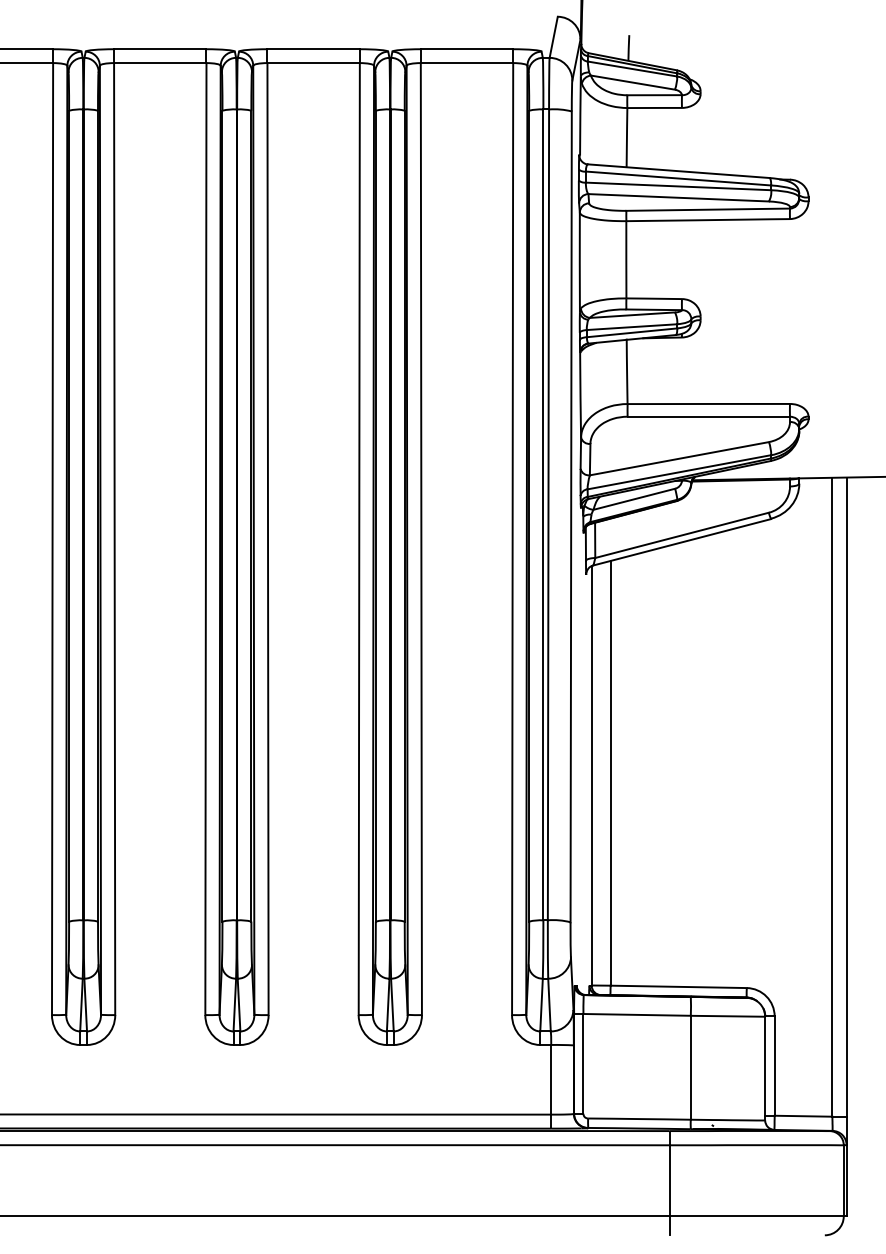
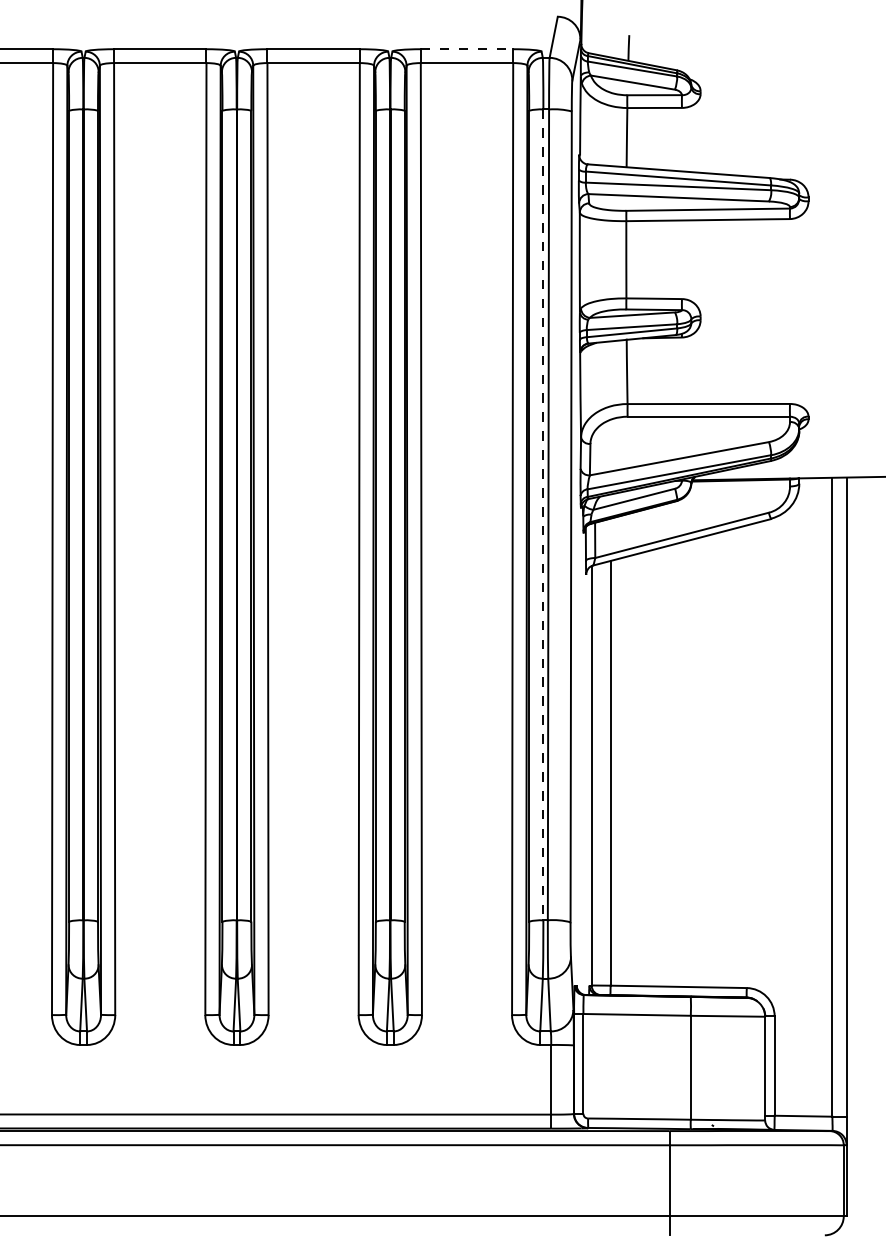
line at (467, 49): solid -> dashed
line at (543, 515): solid -> dashed
